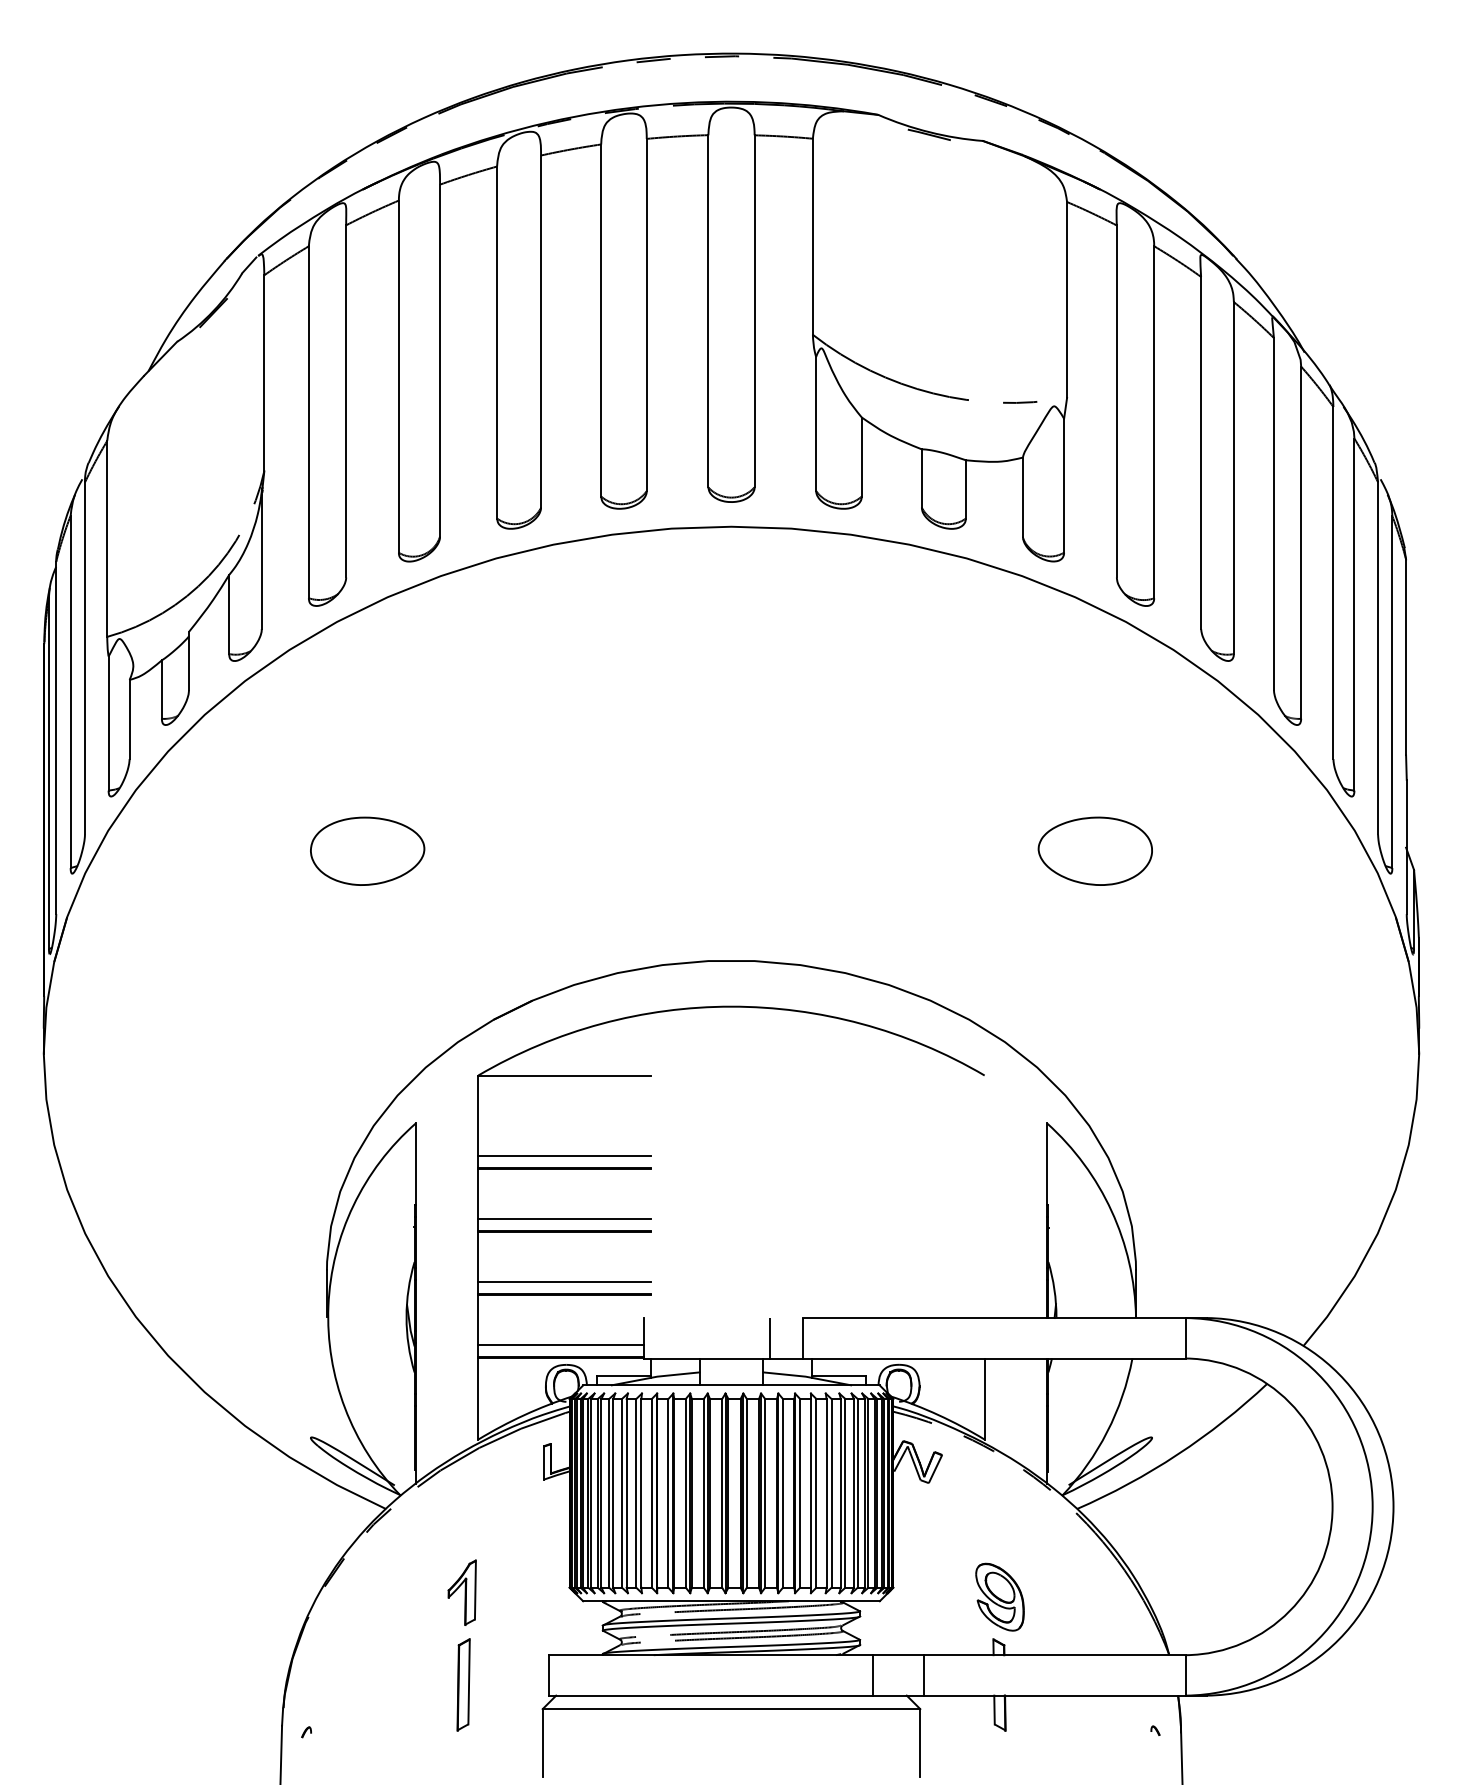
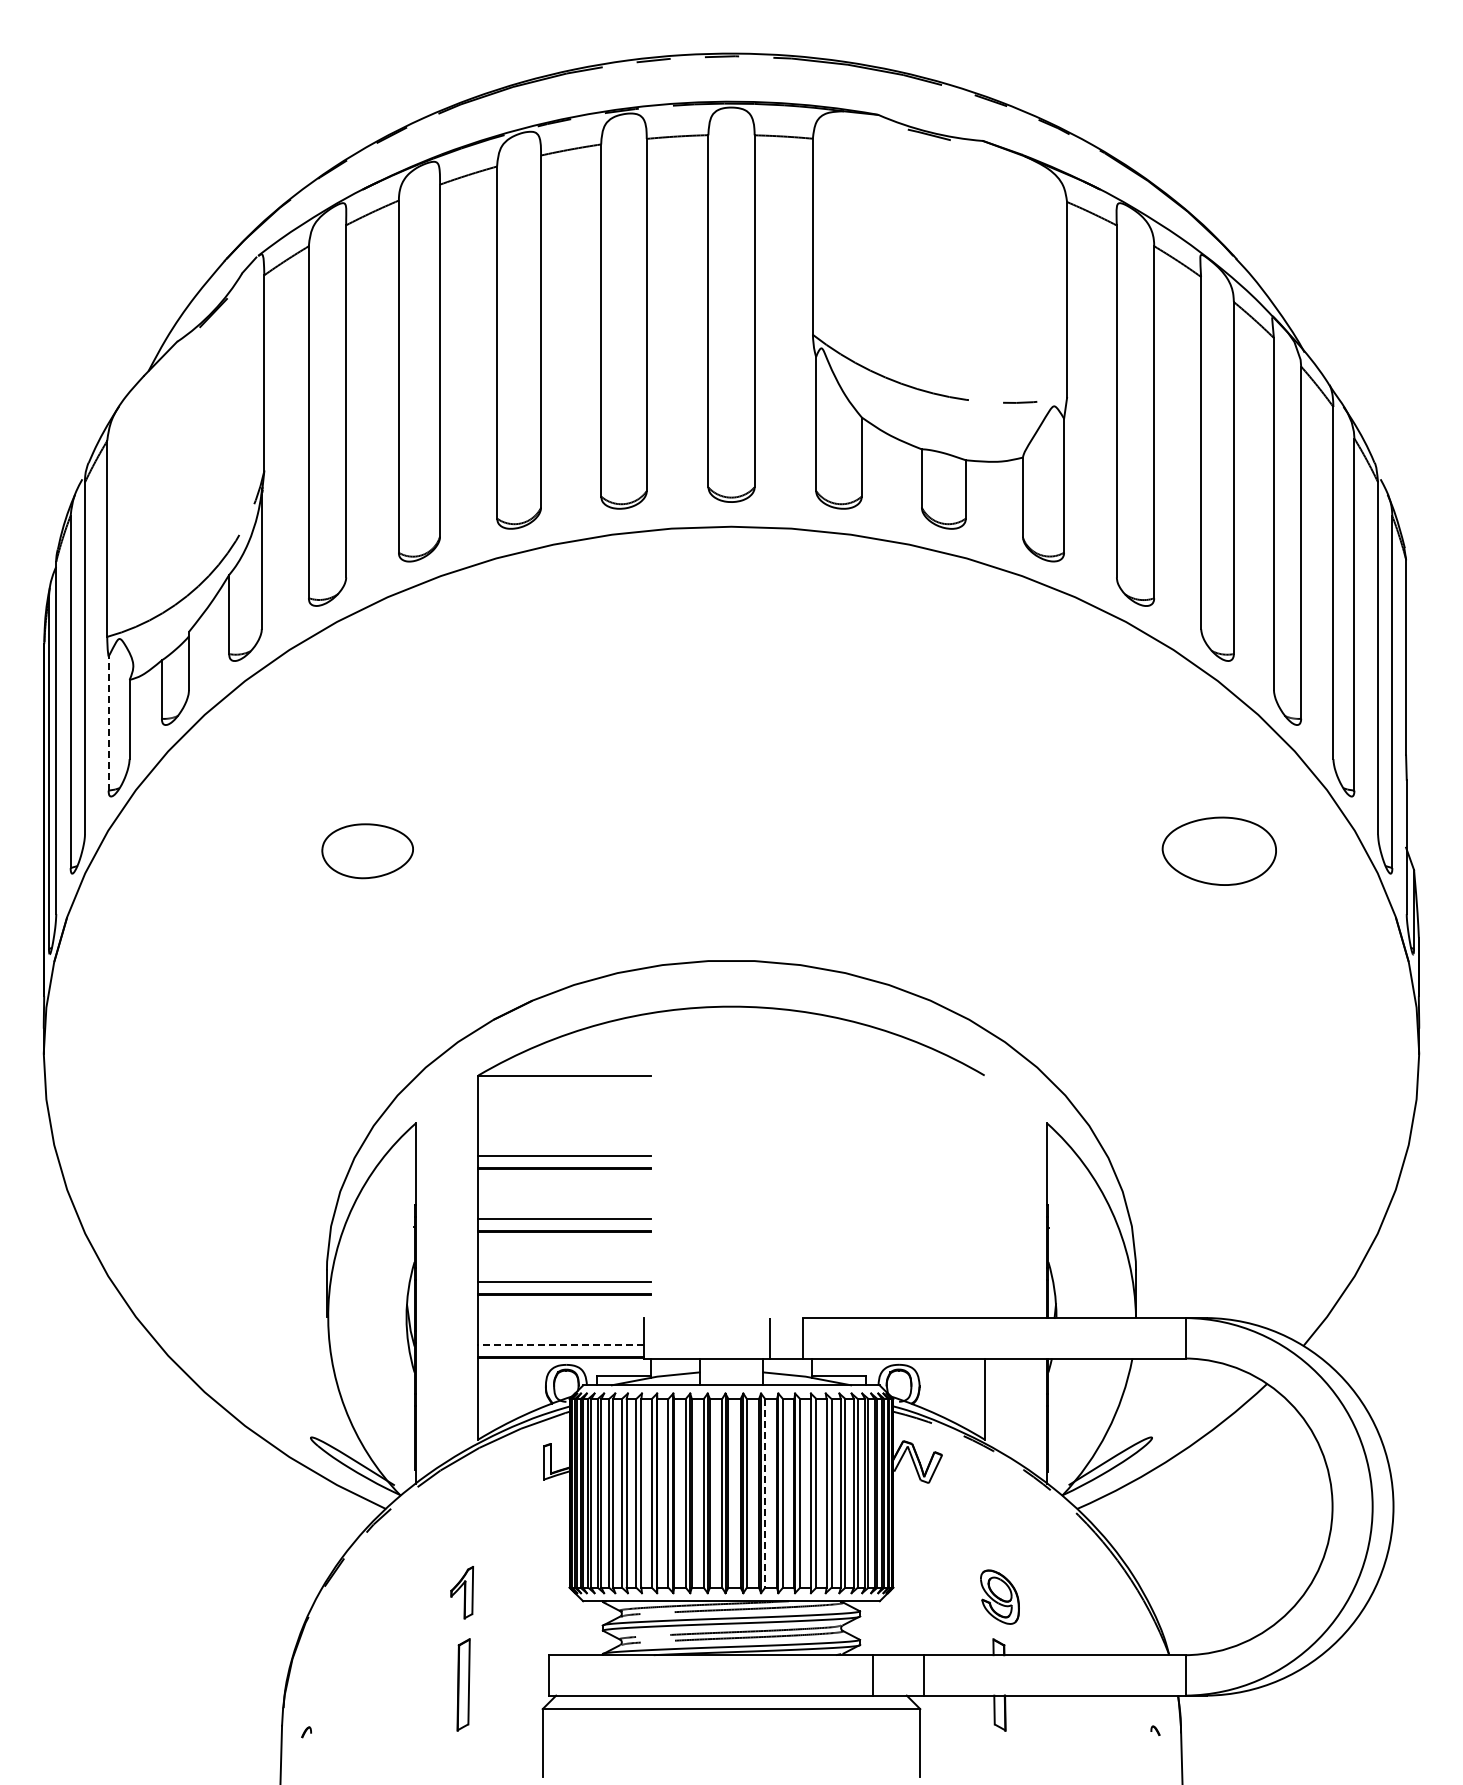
line at (108, 723): solid -> dashed
part at (367, 850) size: 116x70 px -> 93x57 px
part at (1094, 850) position: (1094, 850) -> (1218, 850)
line at (561, 1344): solid -> dashed
line at (765, 1493): solid -> dashed
part at (461, 1592) size: 30x67 px -> 24x54 px
part at (999, 1596) size: 50x70 px -> 40x56 px
